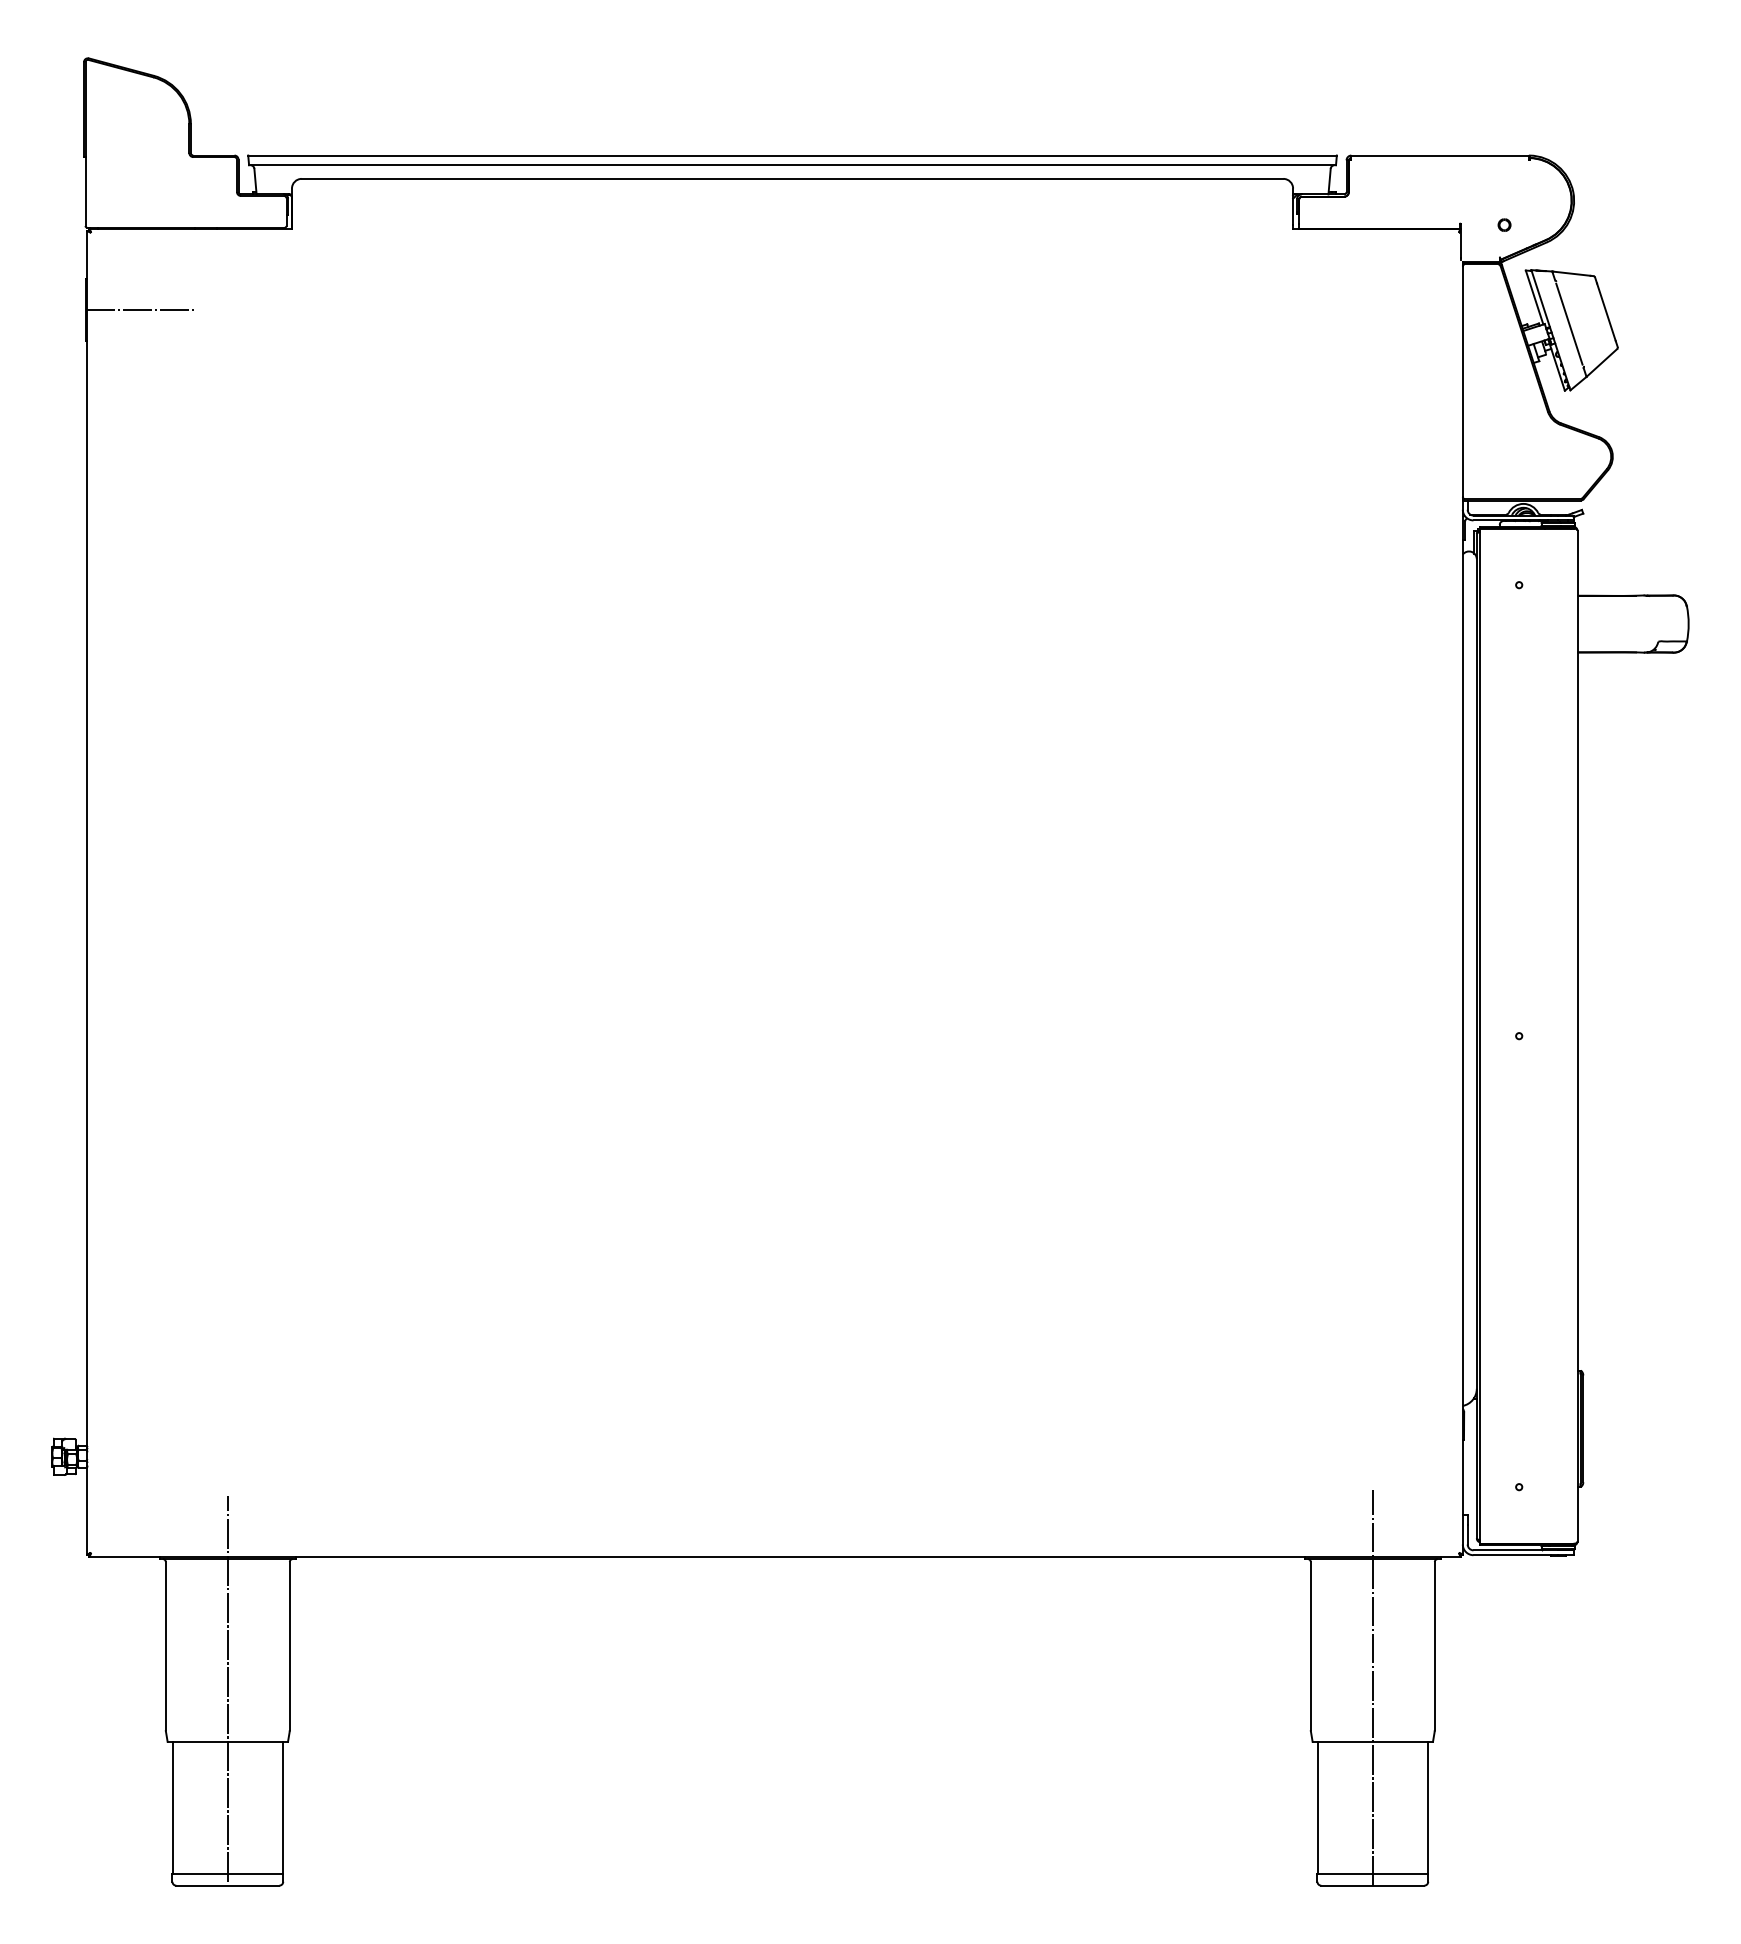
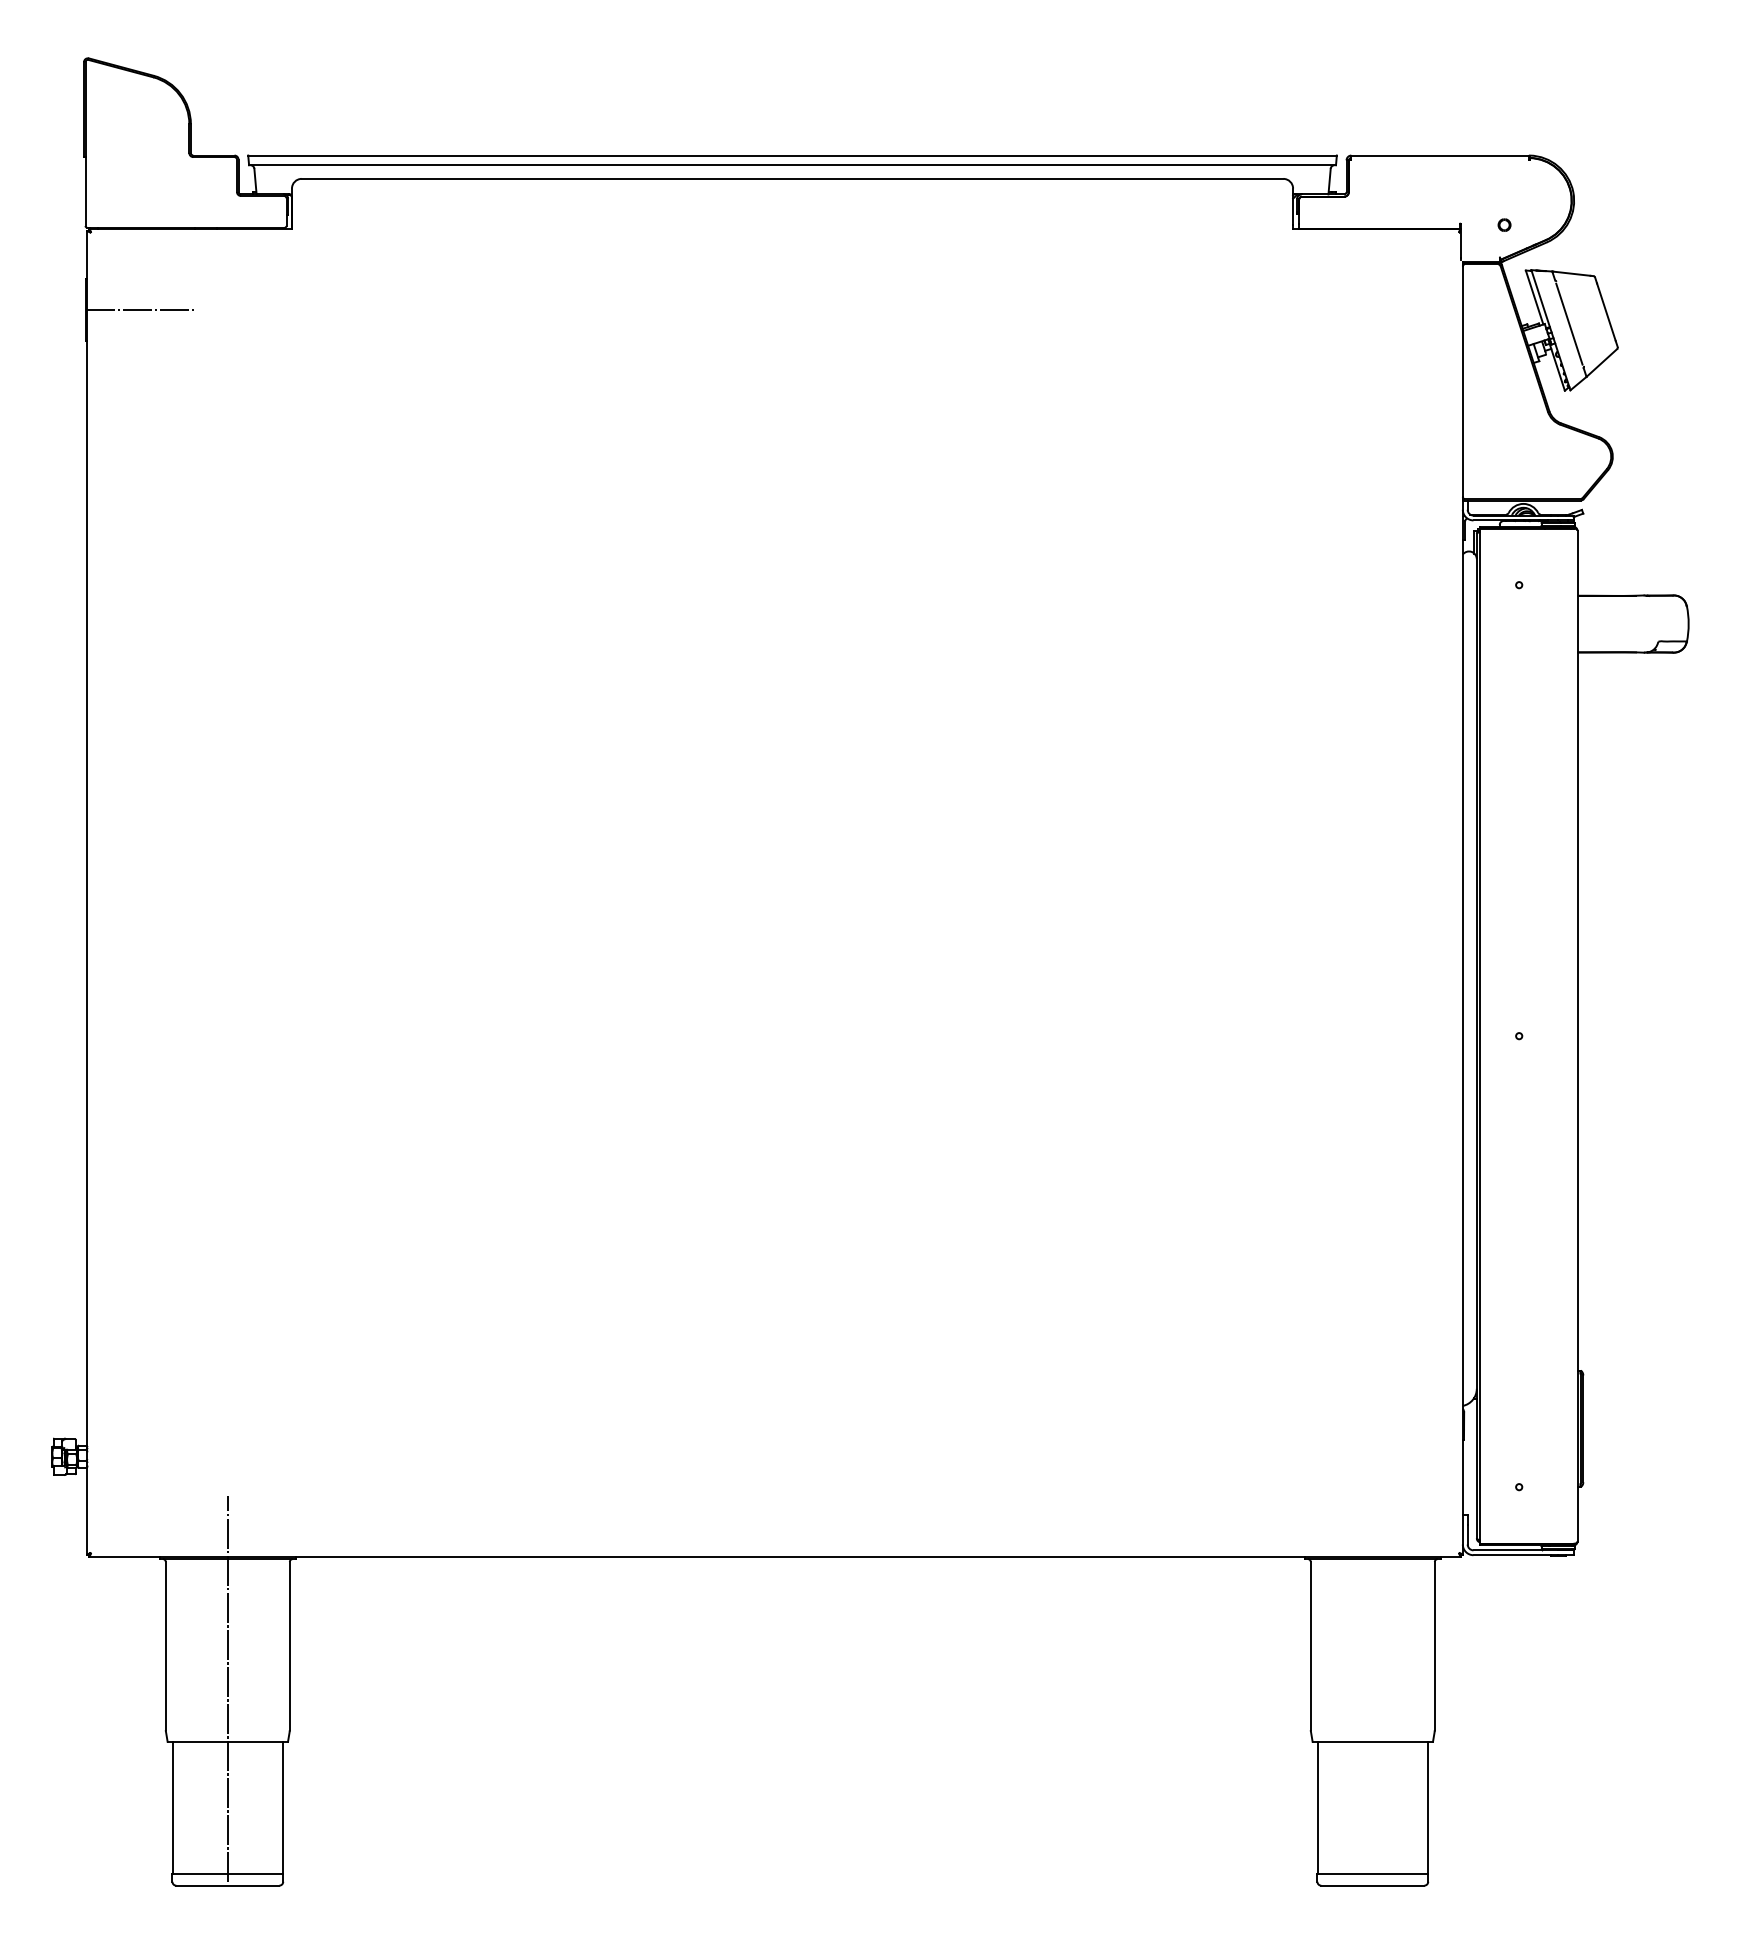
line at (1372, 1687): present -> none
